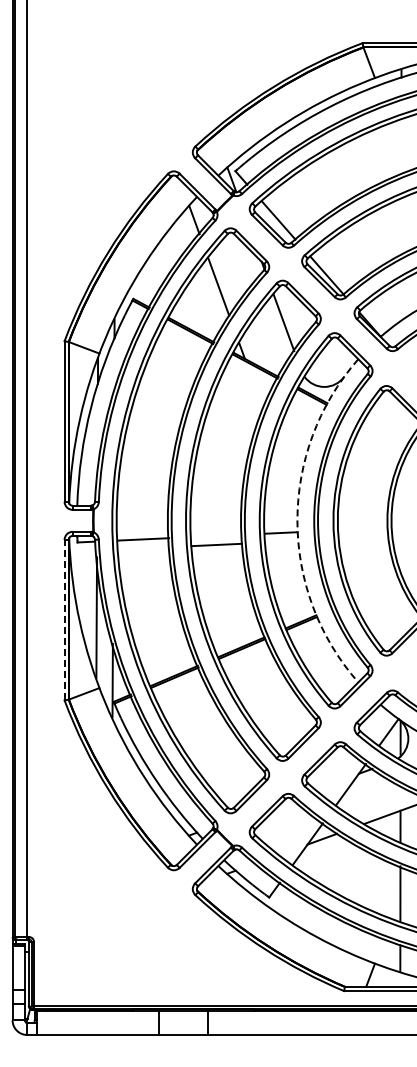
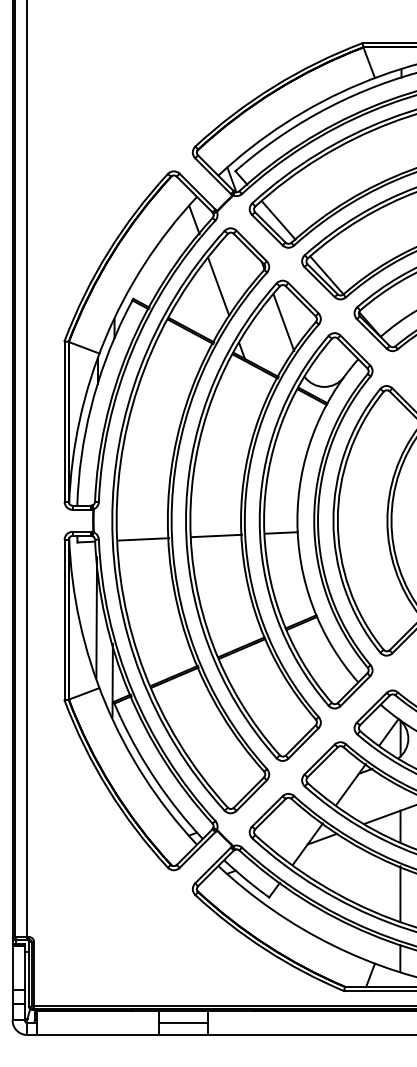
arc at (297, 520): dashed -> solid
line at (216, 544) position: (216, 544) -> (216, 535)
line at (64, 619): dashed -> solid
line at (183, 1022): none -> present
